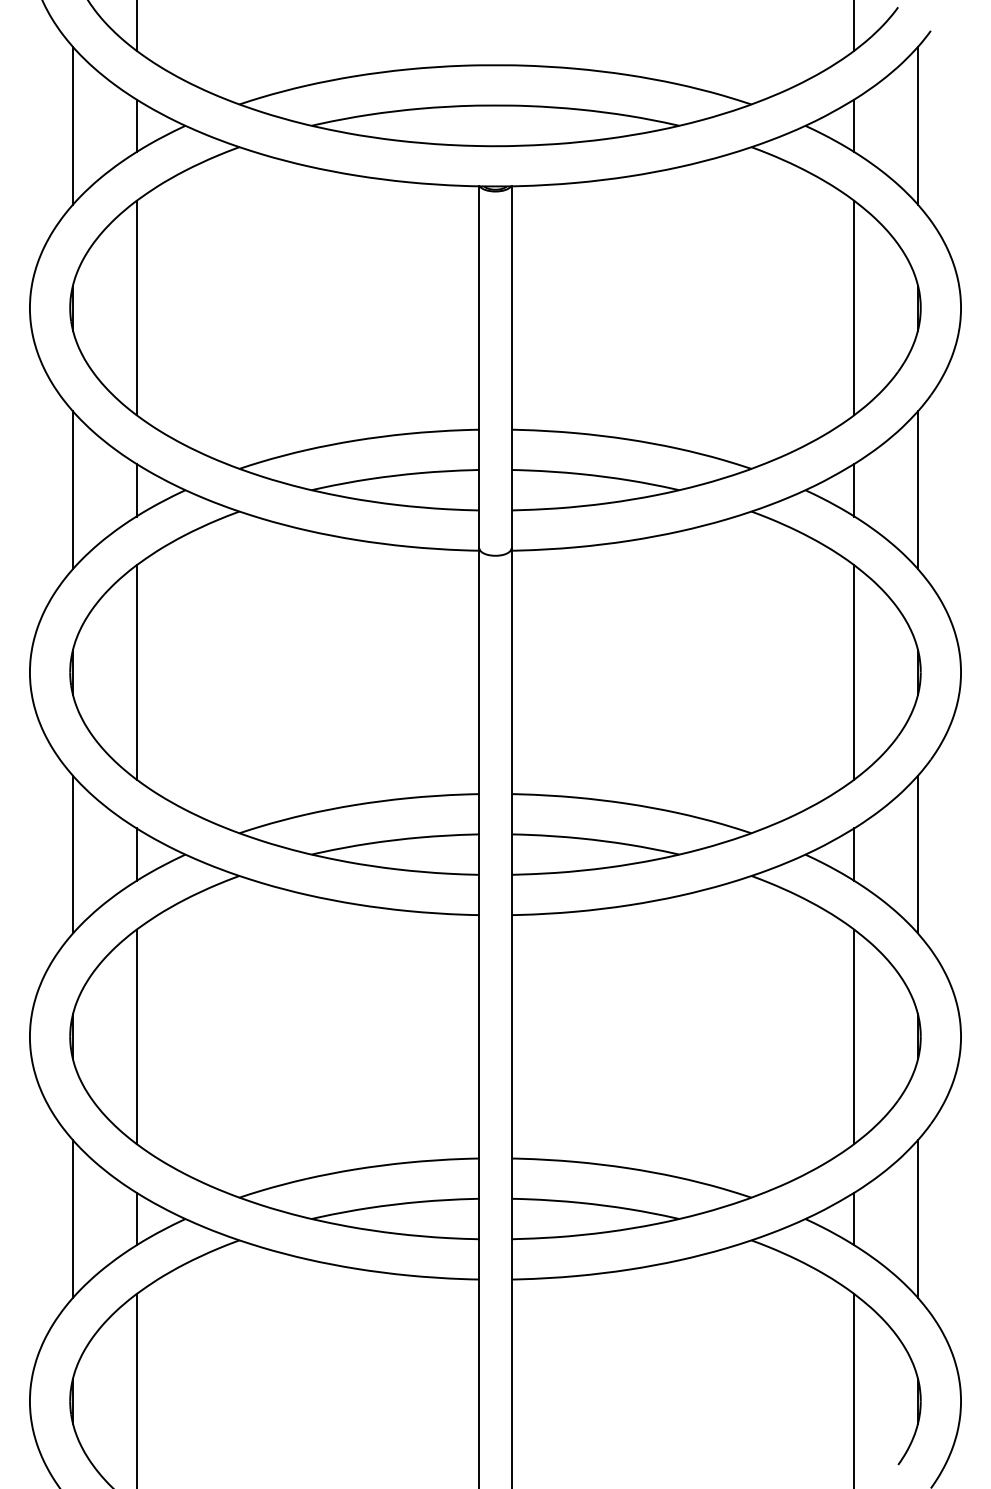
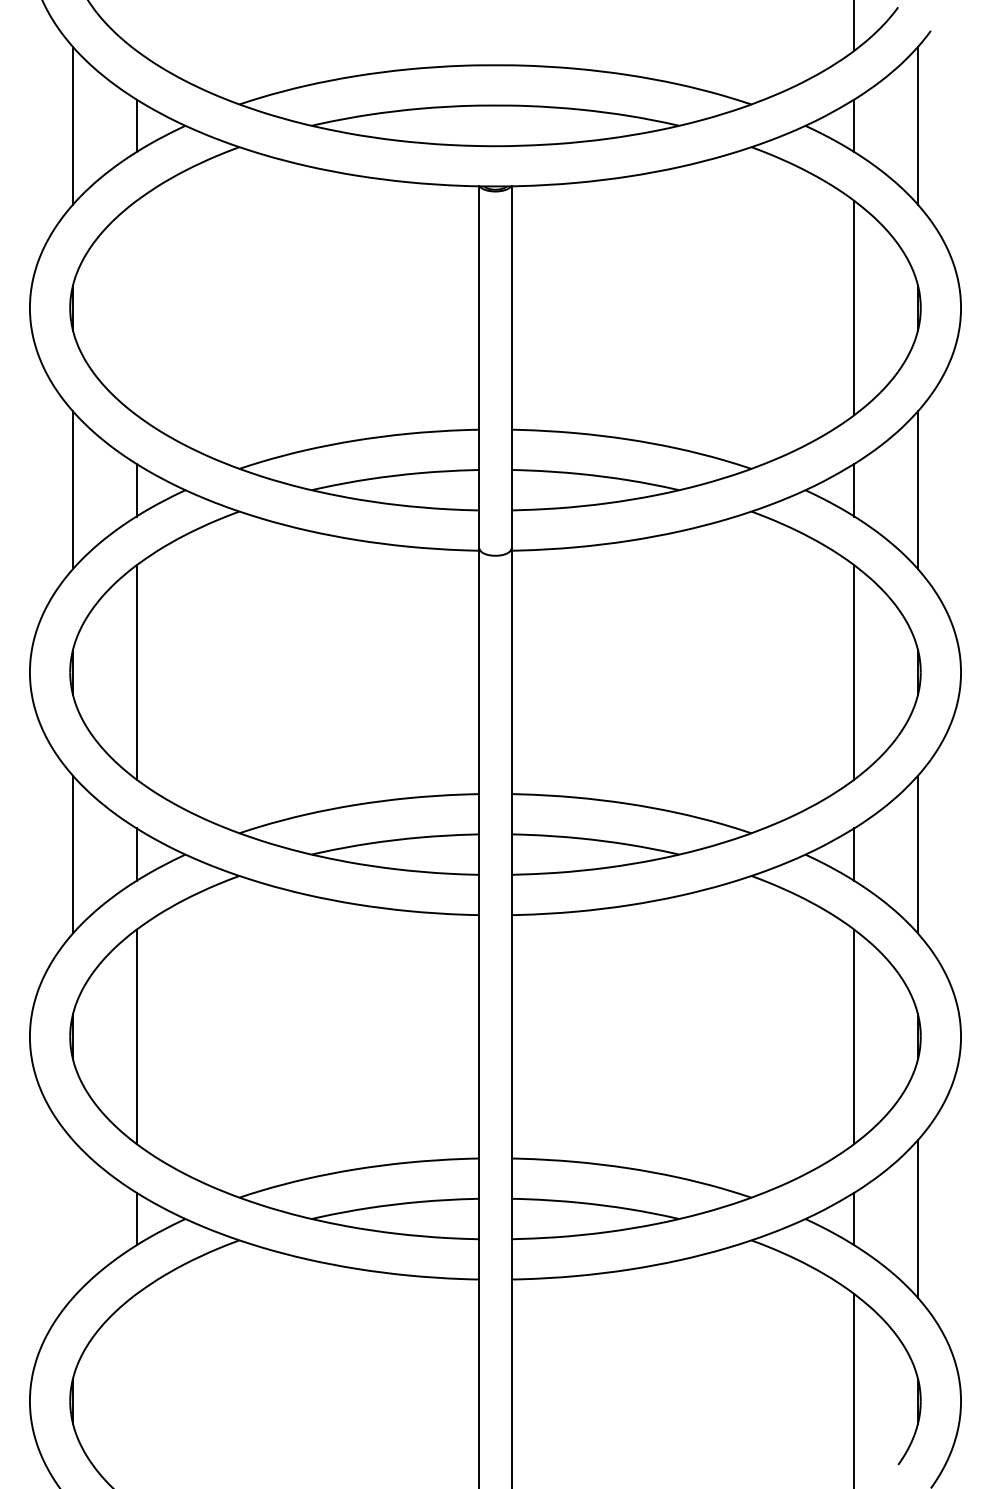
line at (136, 26): present -> none
line at (136, 307): present -> none
line at (72, 1218): present -> none
line at (136, 1389): present -> none
